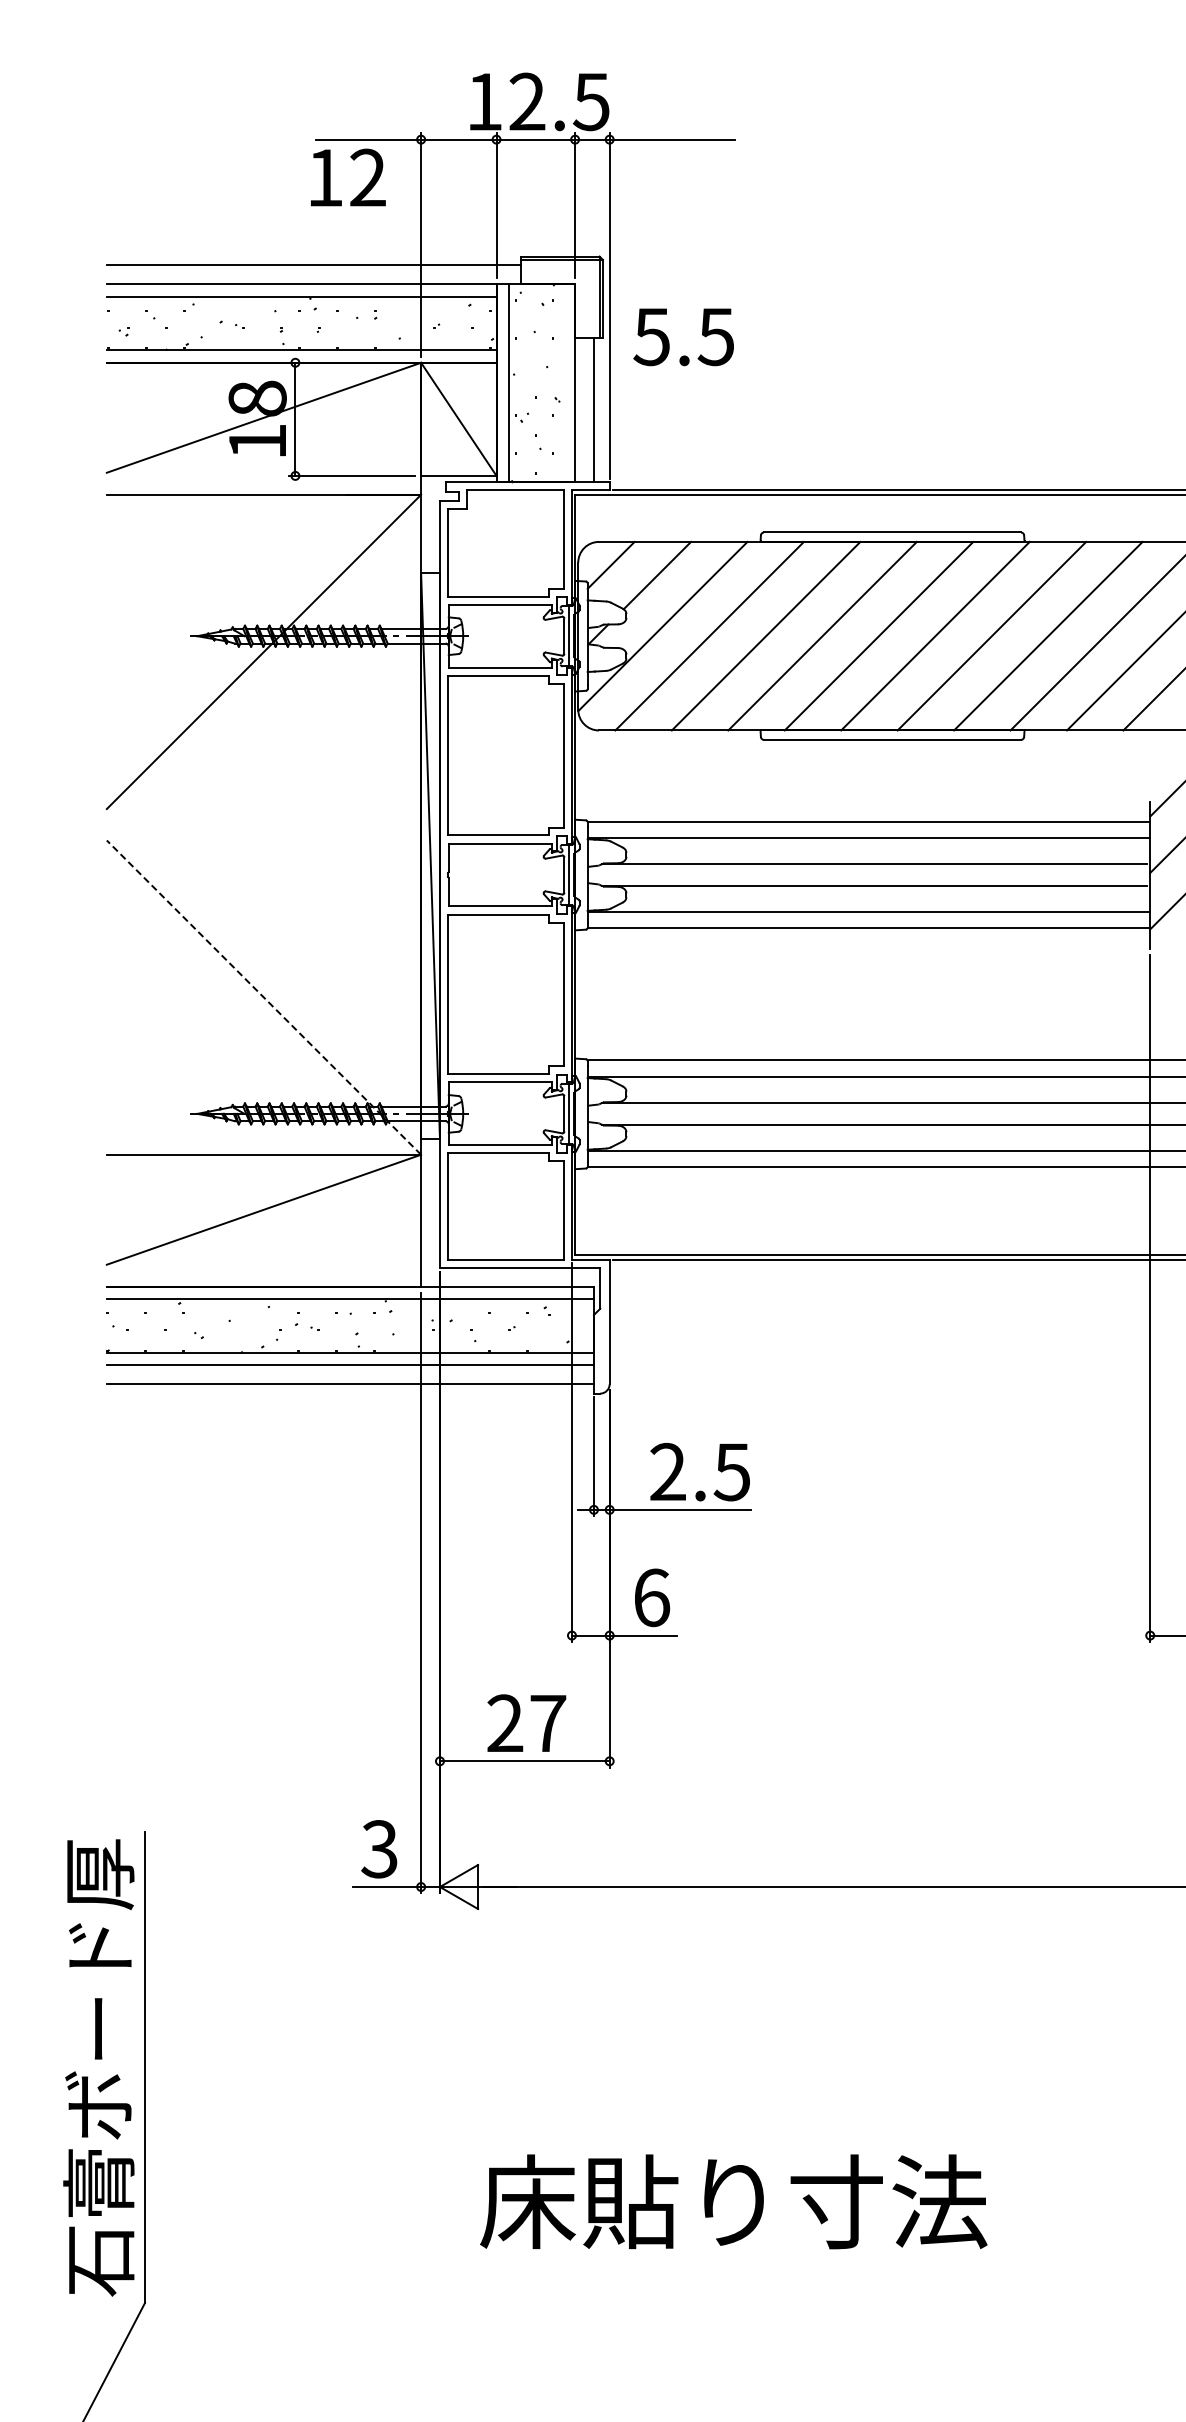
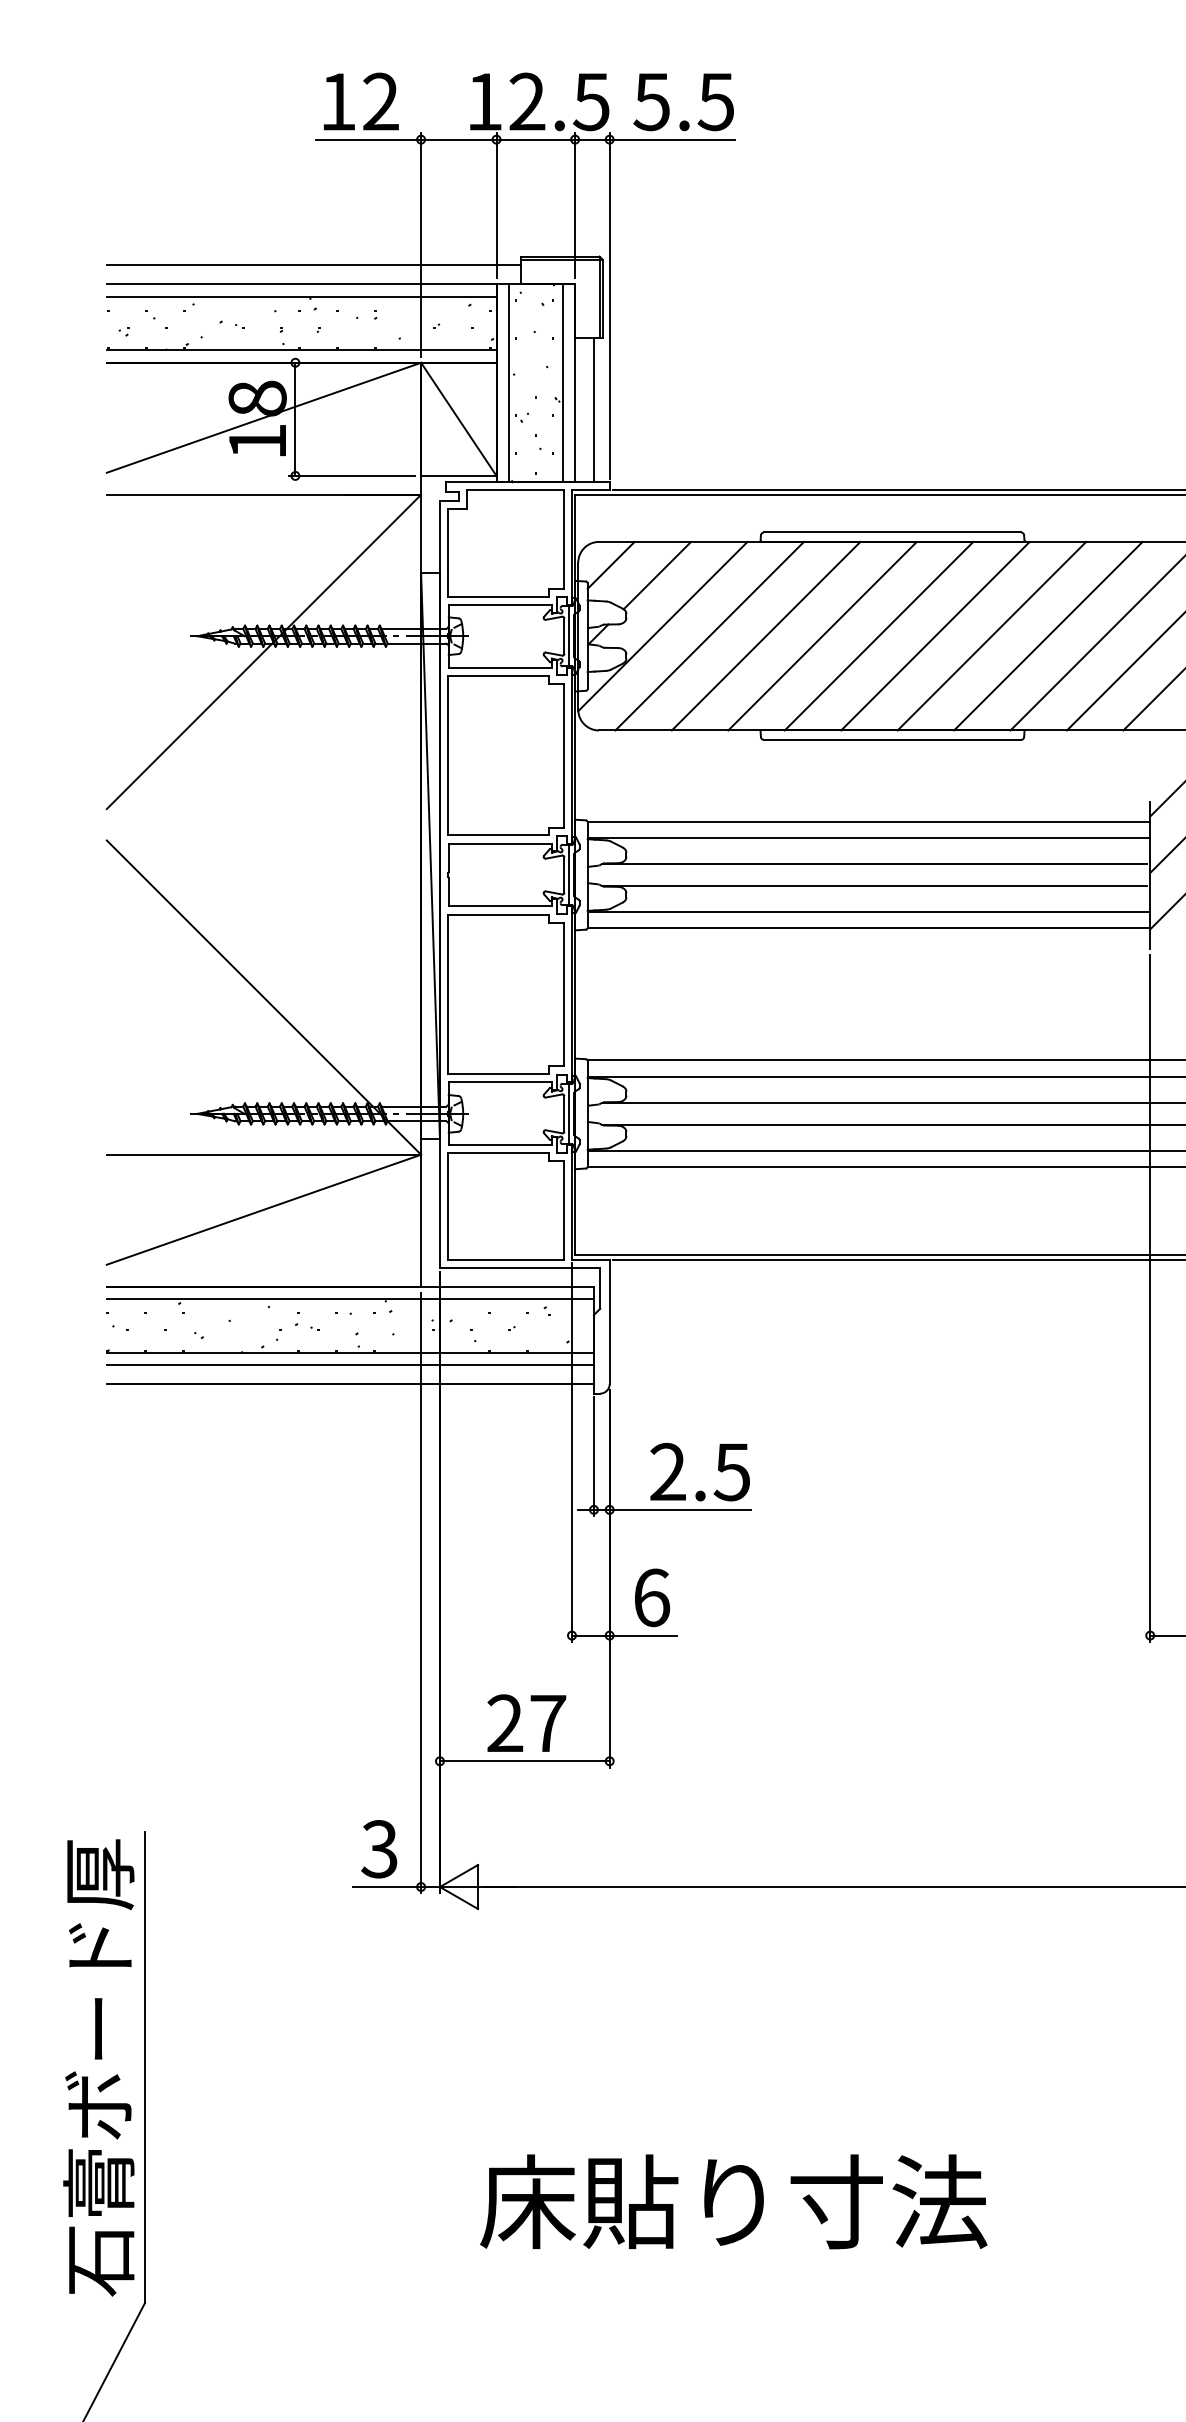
text at (348, 177) position: (348, 177) -> (361, 101)
text at (683, 337) position: (683, 337) -> (683, 102)
line at (562, 383): none -> present
line at (263, 997): dashed -> solid
